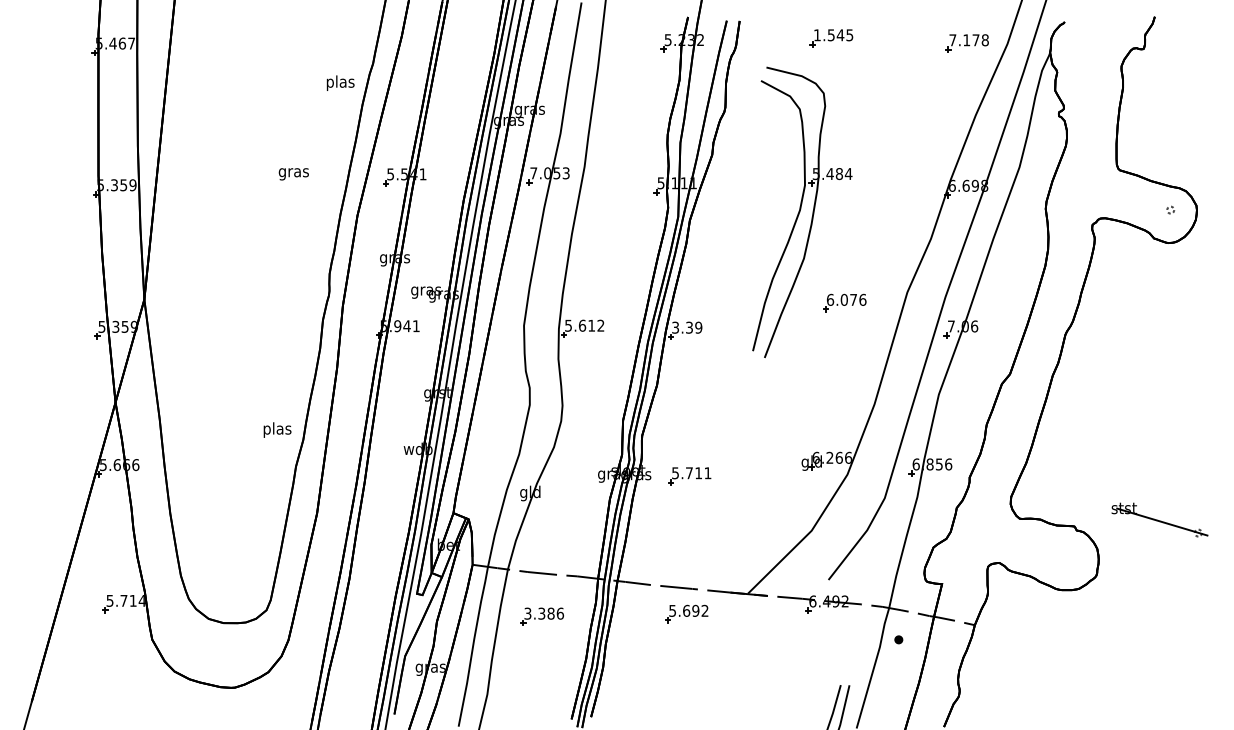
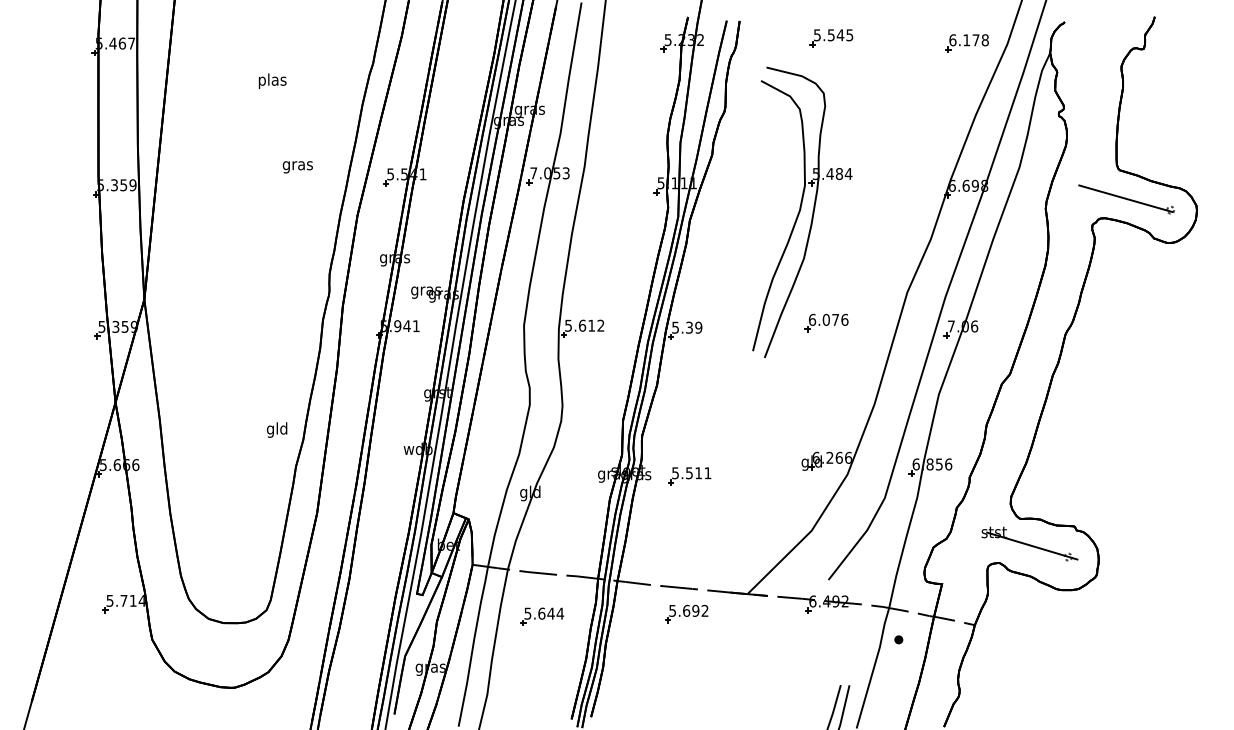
text at (817, 35): 1.545 -> 5.545
text at (952, 40): 7.178 -> 6.178
text at (340, 82) position: (340, 82) -> (272, 80)
text at (293, 174) position: (293, 174) -> (297, 167)
line at (1125, 198): none -> present
part at (844, 302) position: (844, 302) -> (826, 322)
text at (675, 326): 3.39 -> 5.39
text at (277, 429): plas -> gld
text at (689, 473): 5.711 -> 5.511
part at (1159, 519) position: (1159, 519) -> (1029, 543)
text at (544, 613): 3.386 -> 5.644
